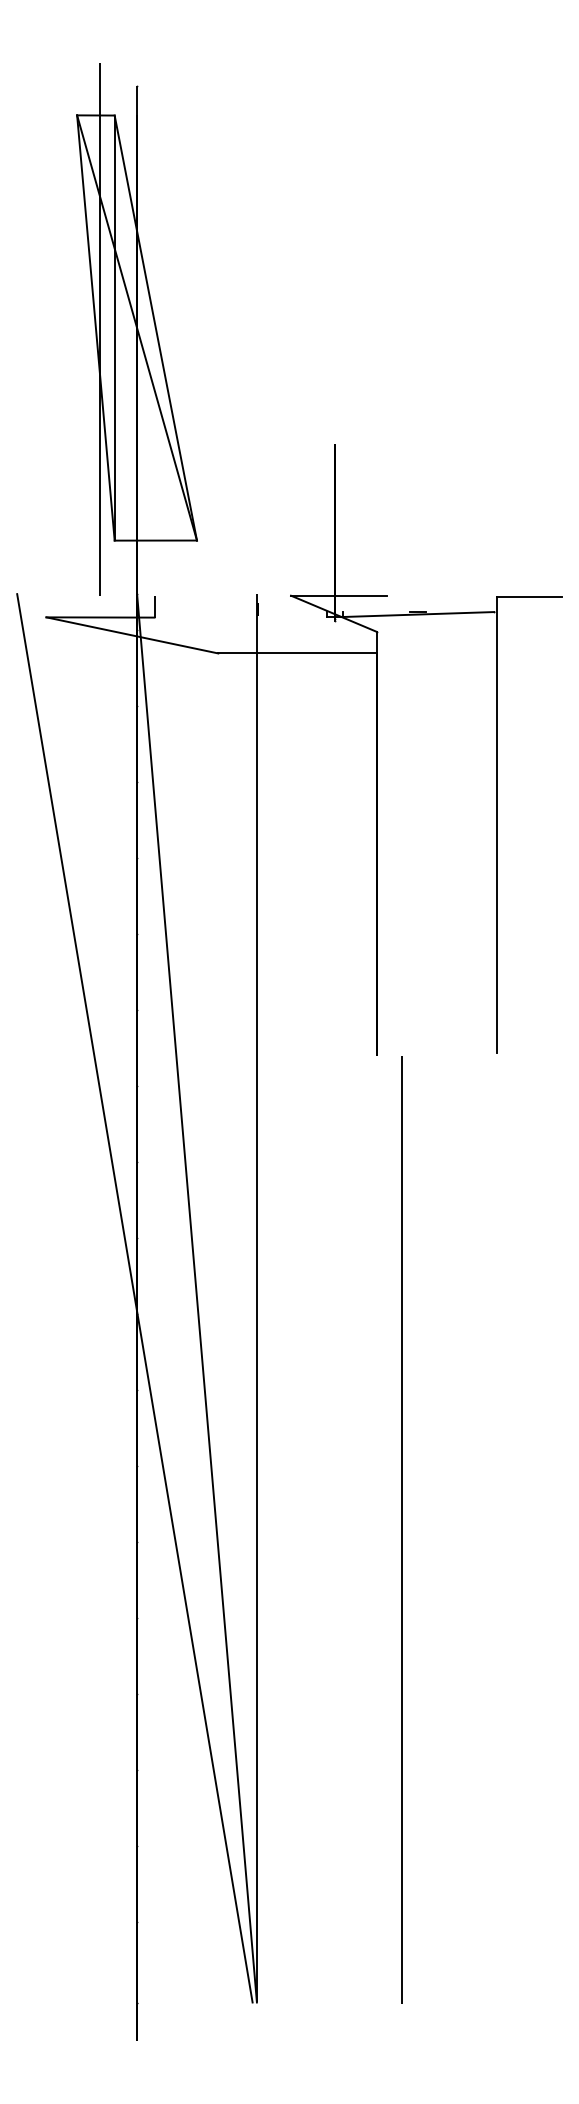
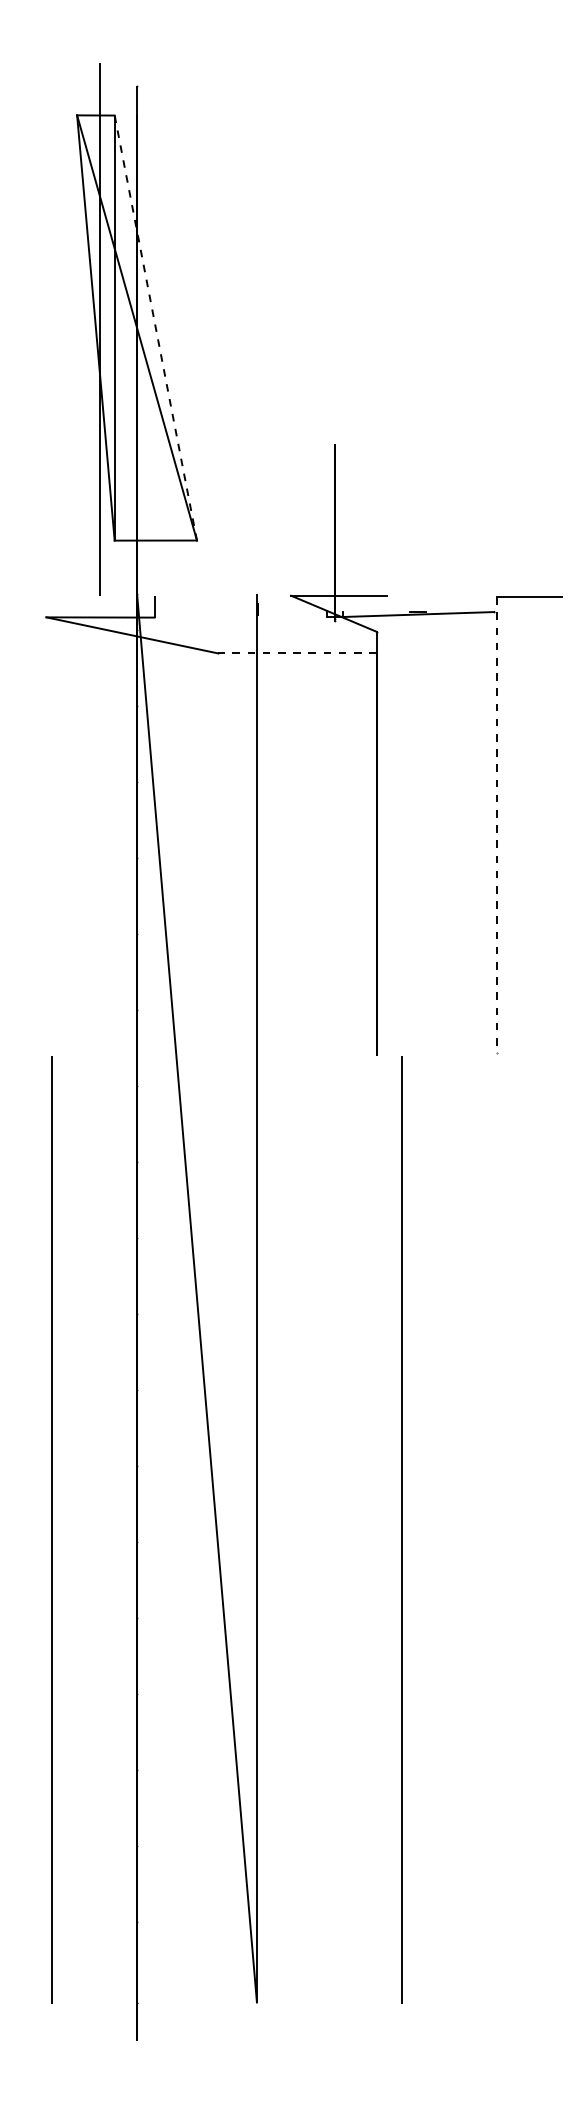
line at (155, 328): solid -> dashed
line at (297, 653): solid -> dashed
line at (496, 825): solid -> dashed
line at (134, 1298): present -> none
line at (51, 1529): none -> present
